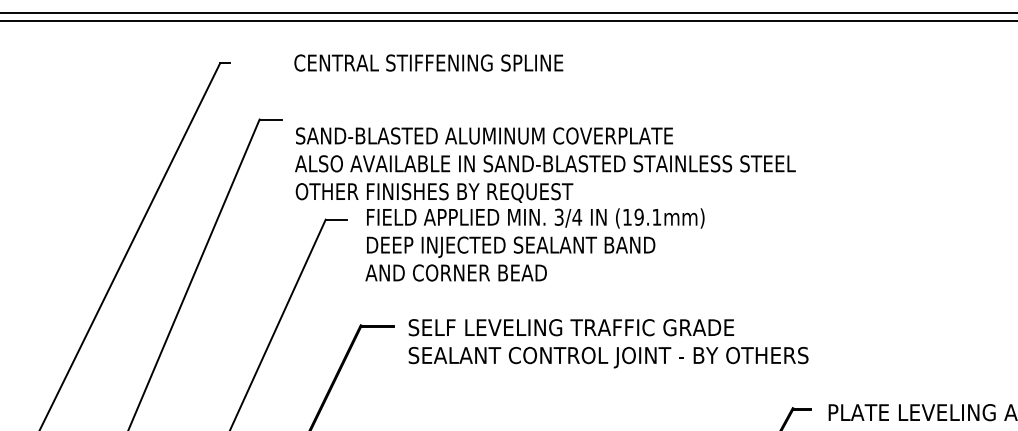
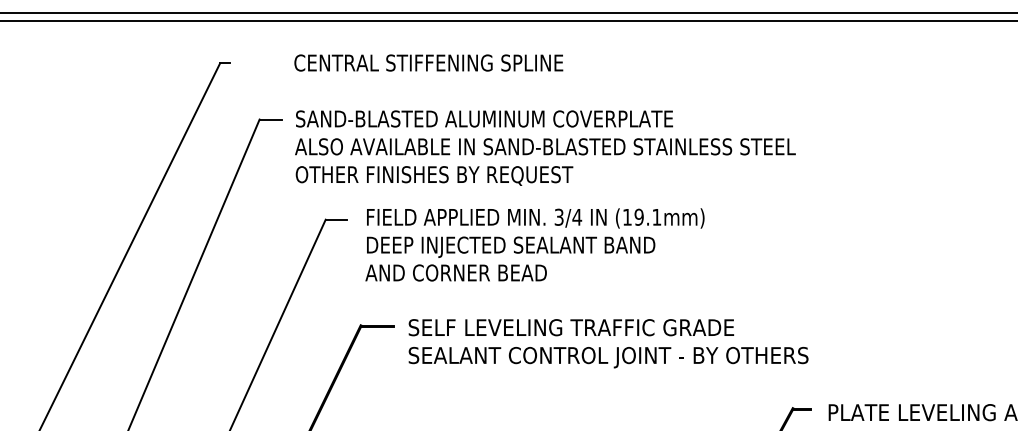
text at (545, 164) position: (545, 164) -> (545, 147)
